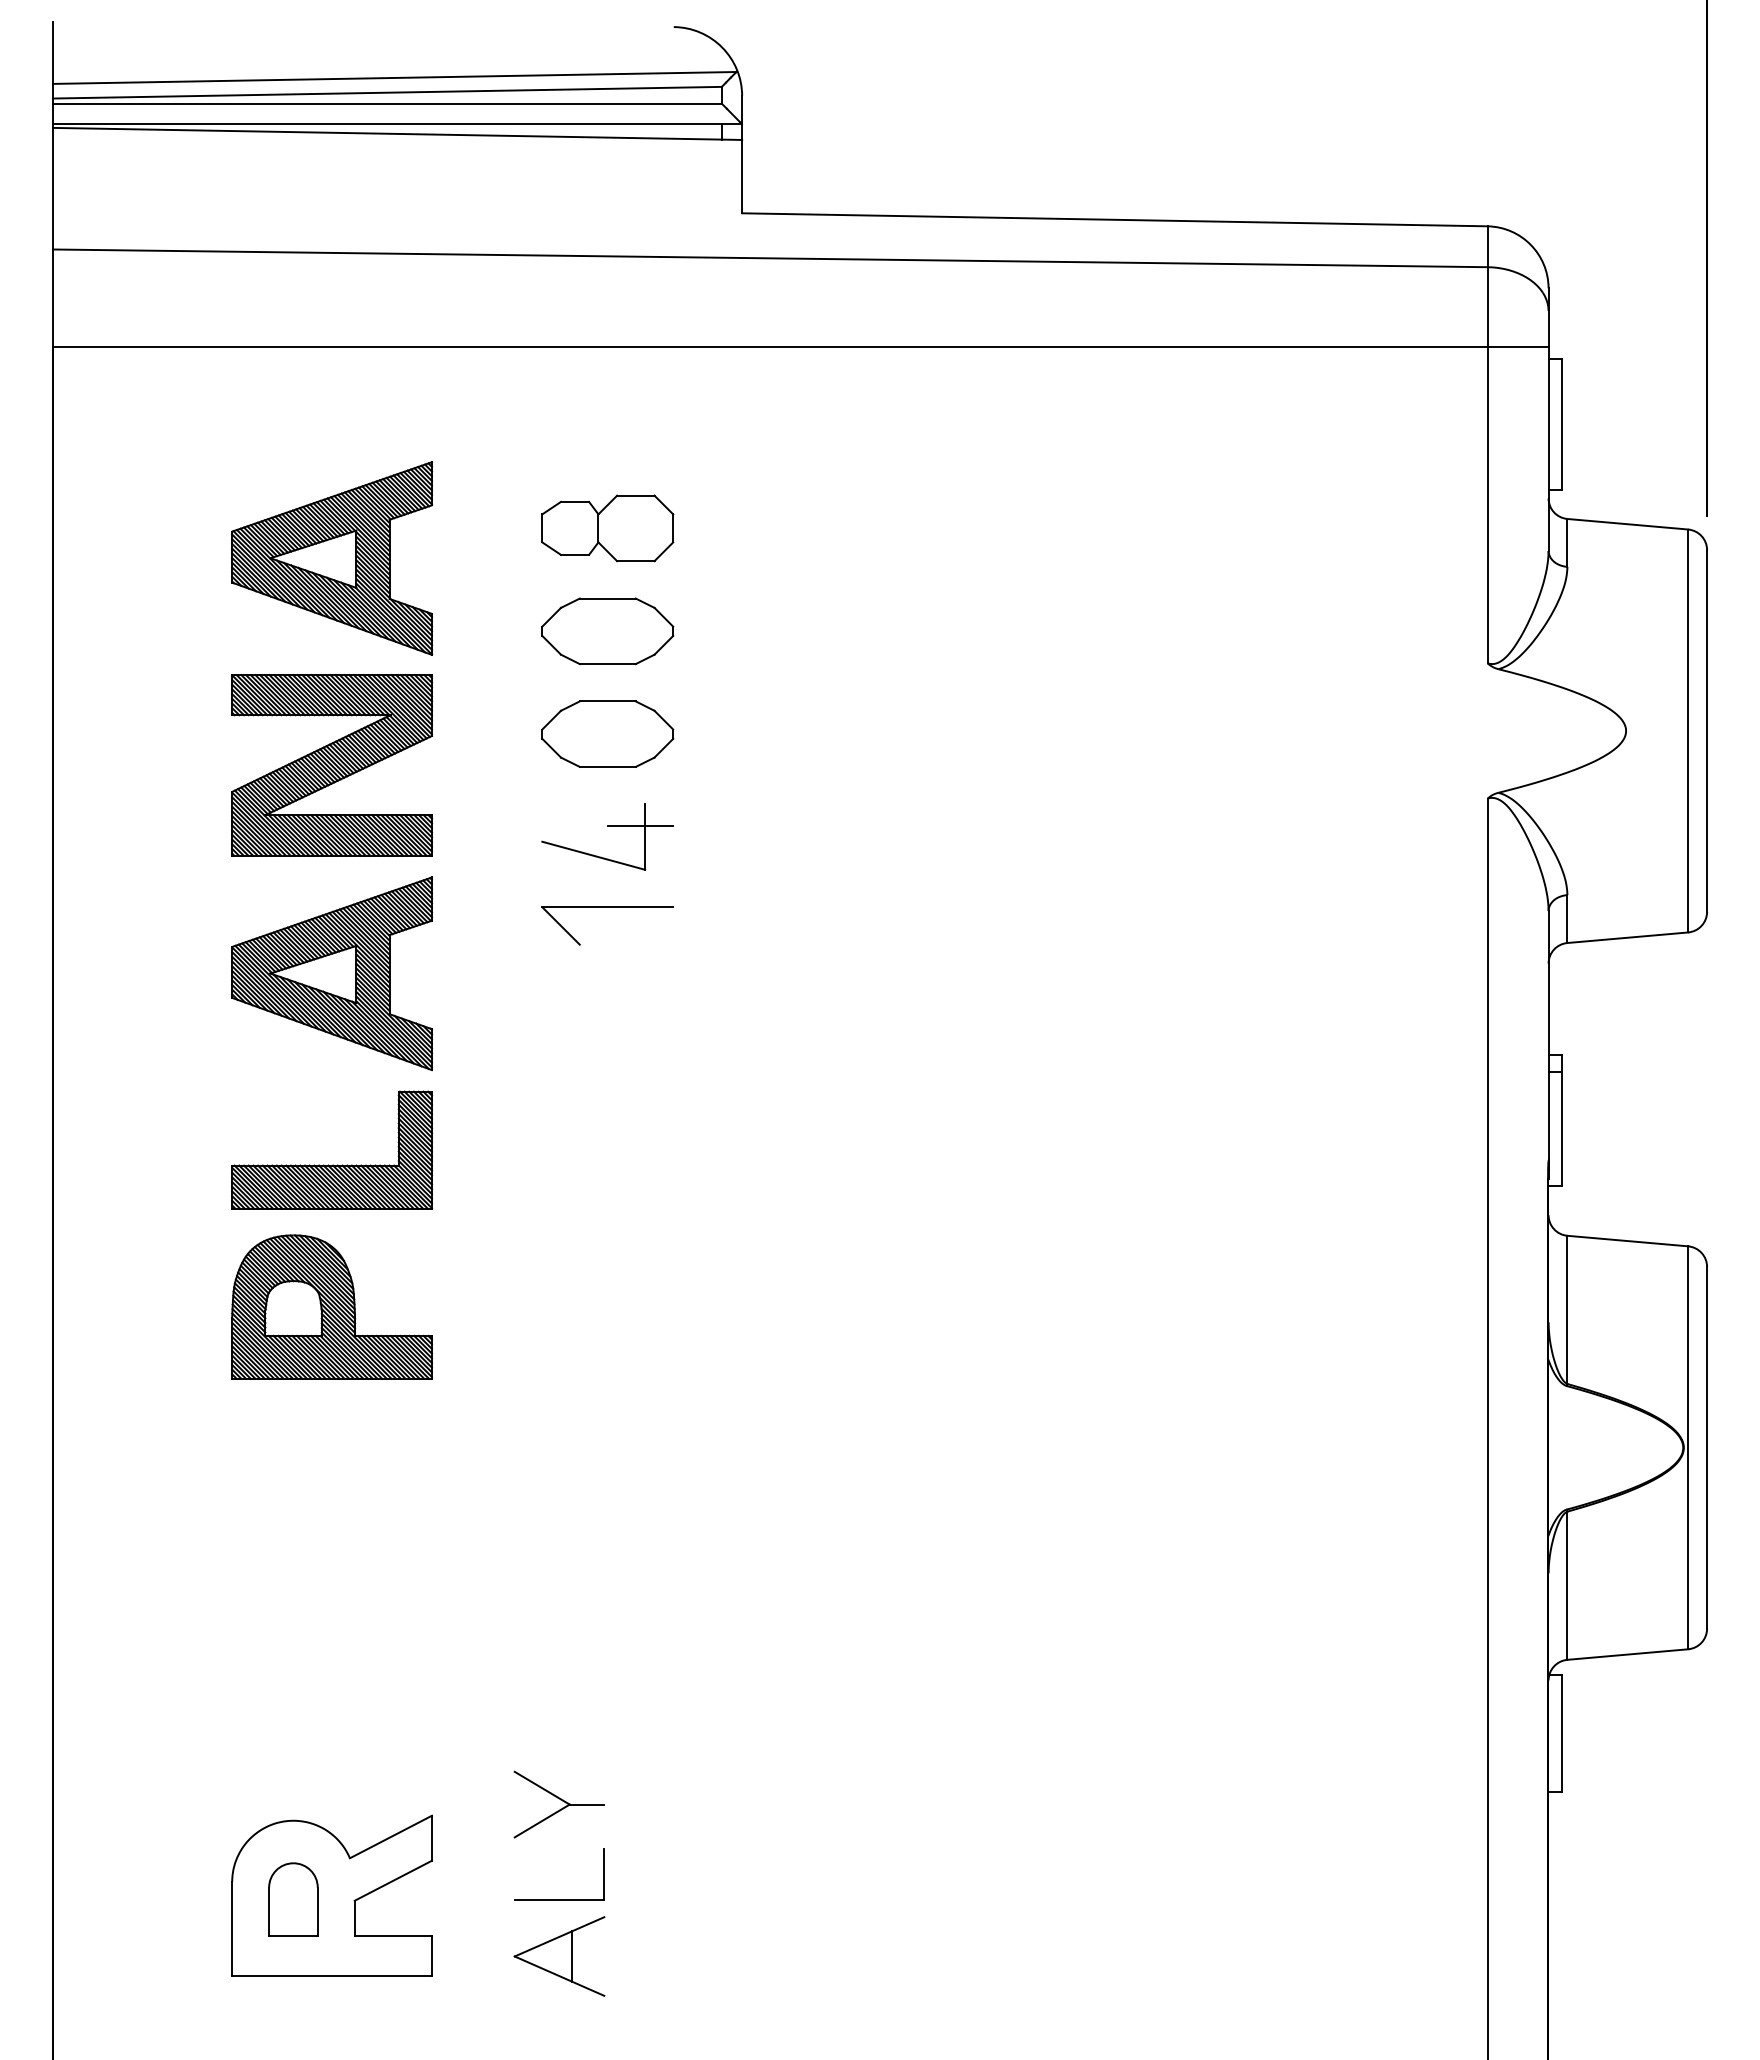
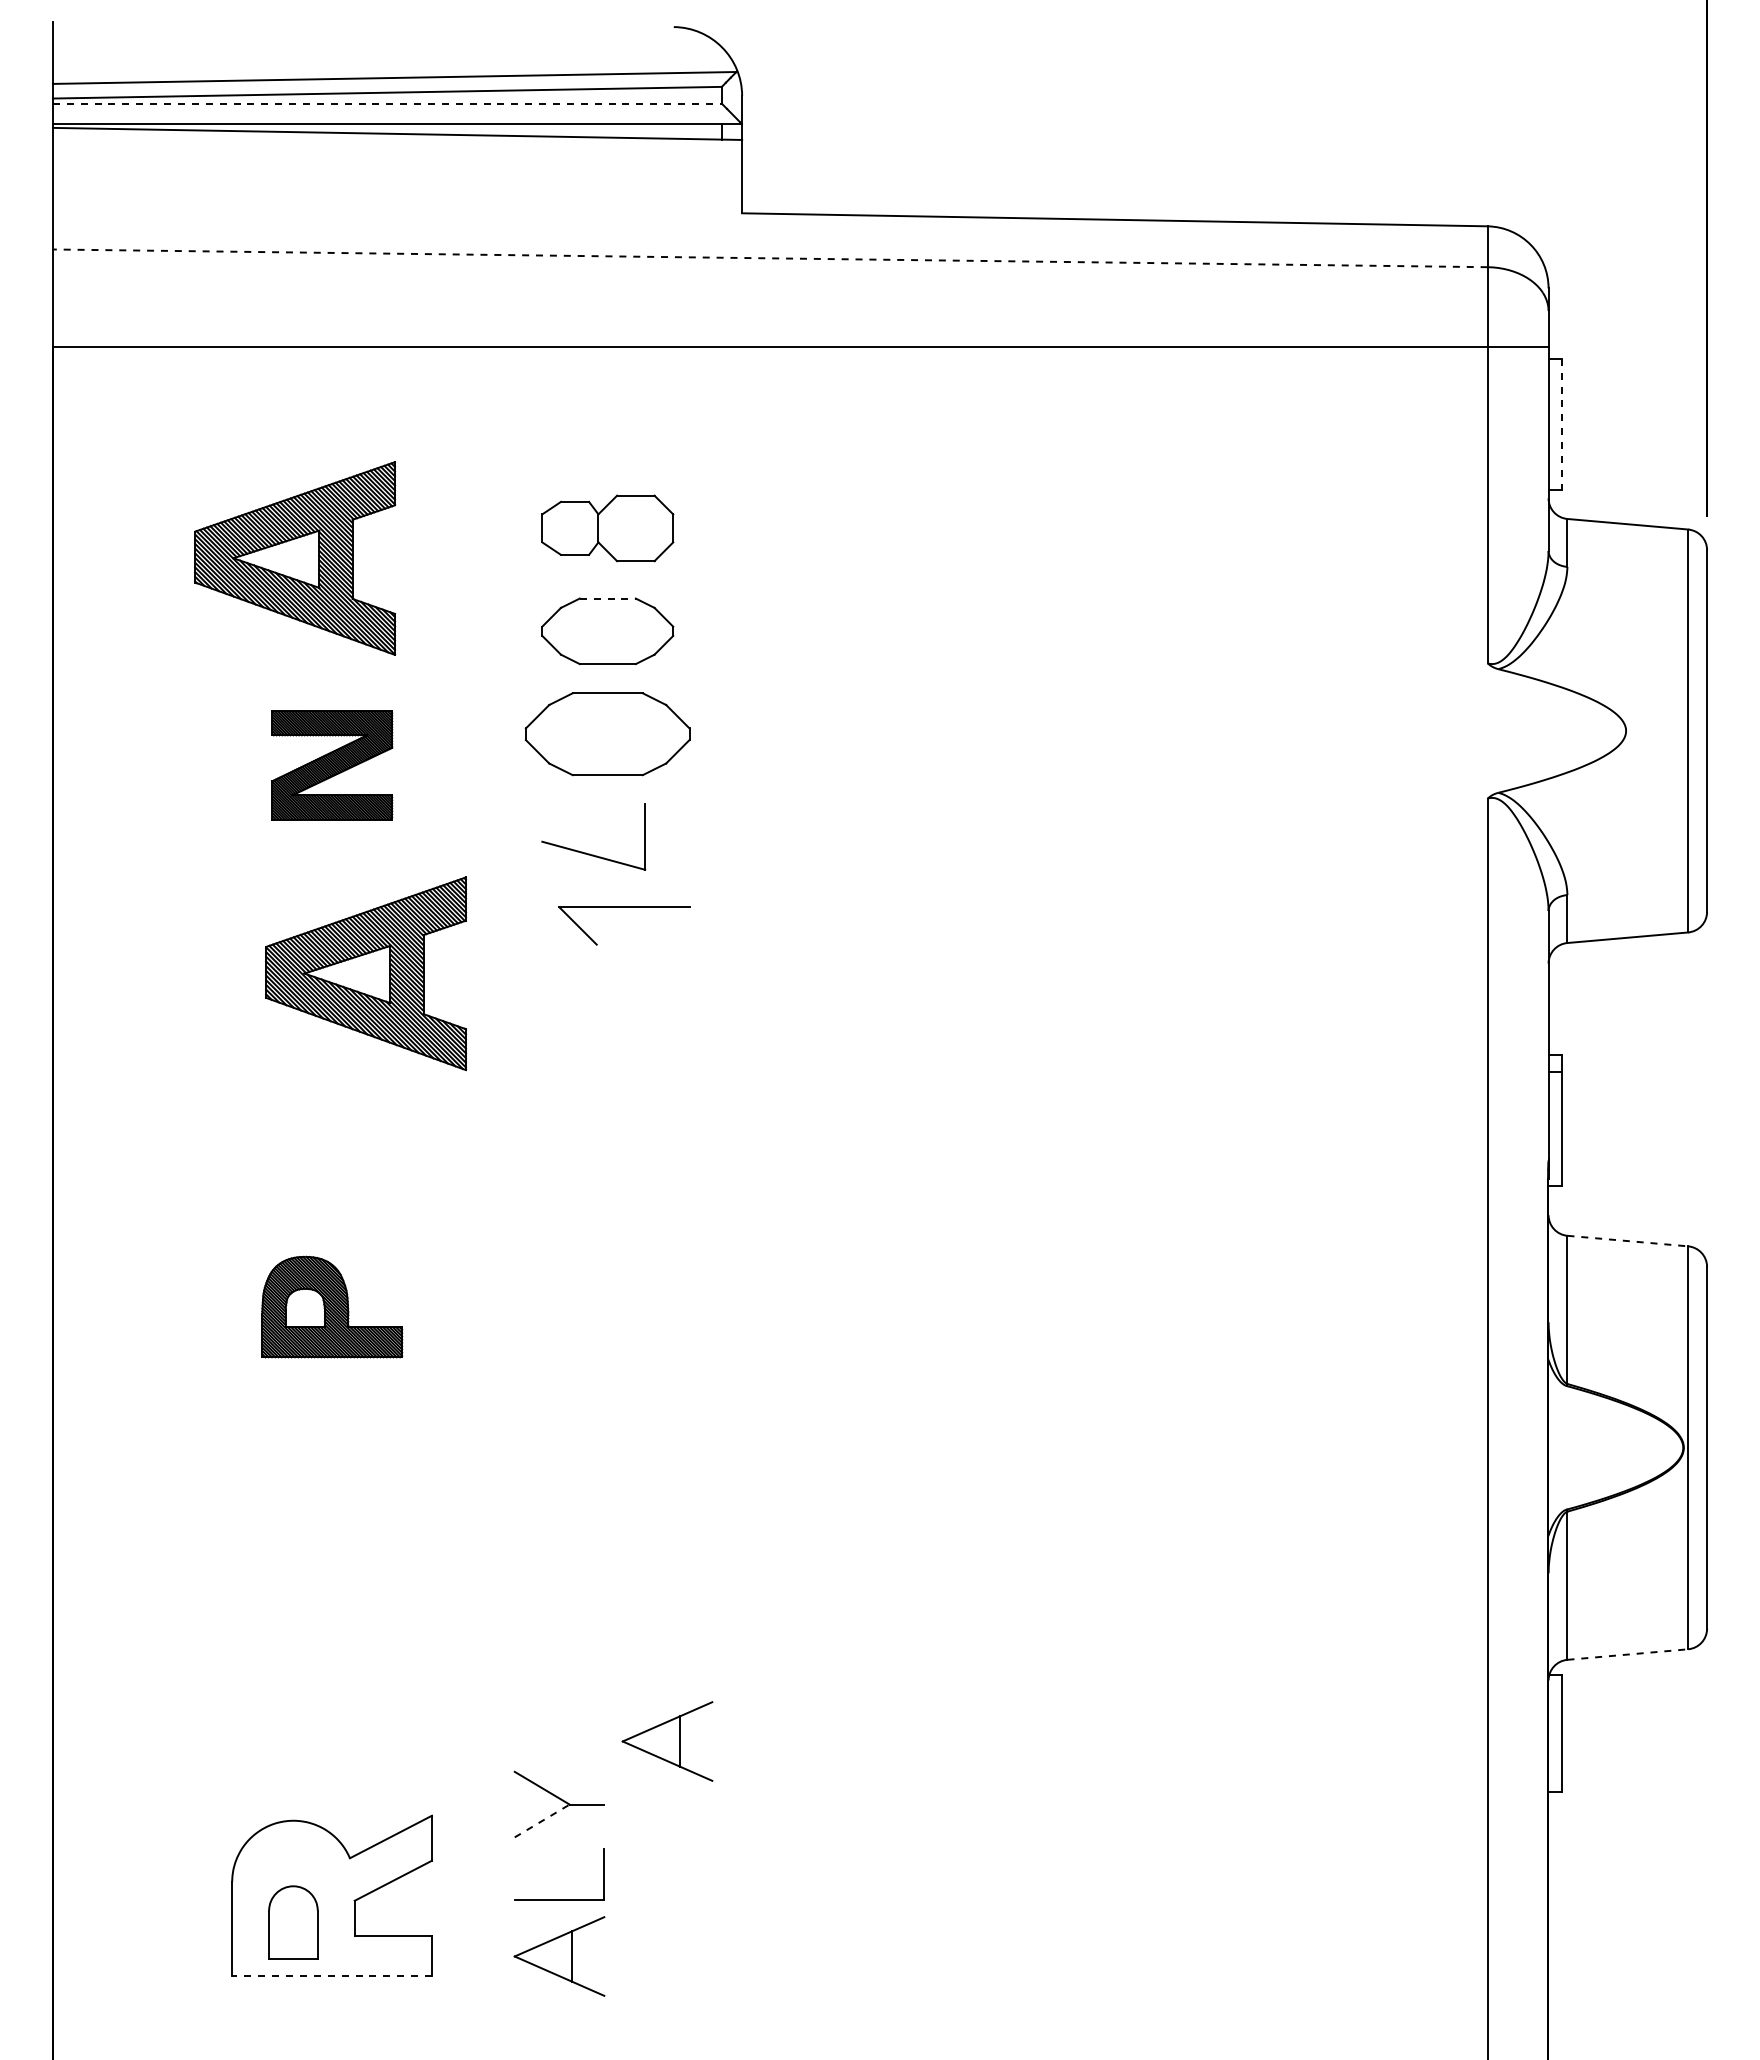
line at (387, 103): solid -> dashed
line at (769, 258): solid -> dashed
line at (1562, 424): solid -> dashed
part at (332, 558) position: (332, 558) -> (295, 558)
line at (608, 598): solid -> dashed
part at (607, 733) size: 134x68 px -> 167x85 px
part at (332, 765) size: 203x183 px -> 123x111 px
line at (640, 826): present -> none
part at (607, 907) position: (607, 907) -> (624, 907)
part at (332, 973) position: (332, 973) -> (366, 973)
part at (332, 1164): present -> none
line at (1627, 1241): solid -> dashed
part at (332, 1306) size: 203x146 px -> 143x104 px
line at (1627, 1654): solid -> dashed
part at (667, 1741): none -> present
line at (542, 1820): solid -> dashed
part at (293, 1899) position: (293, 1899) -> (293, 1922)
line at (332, 1975): solid -> dashed
